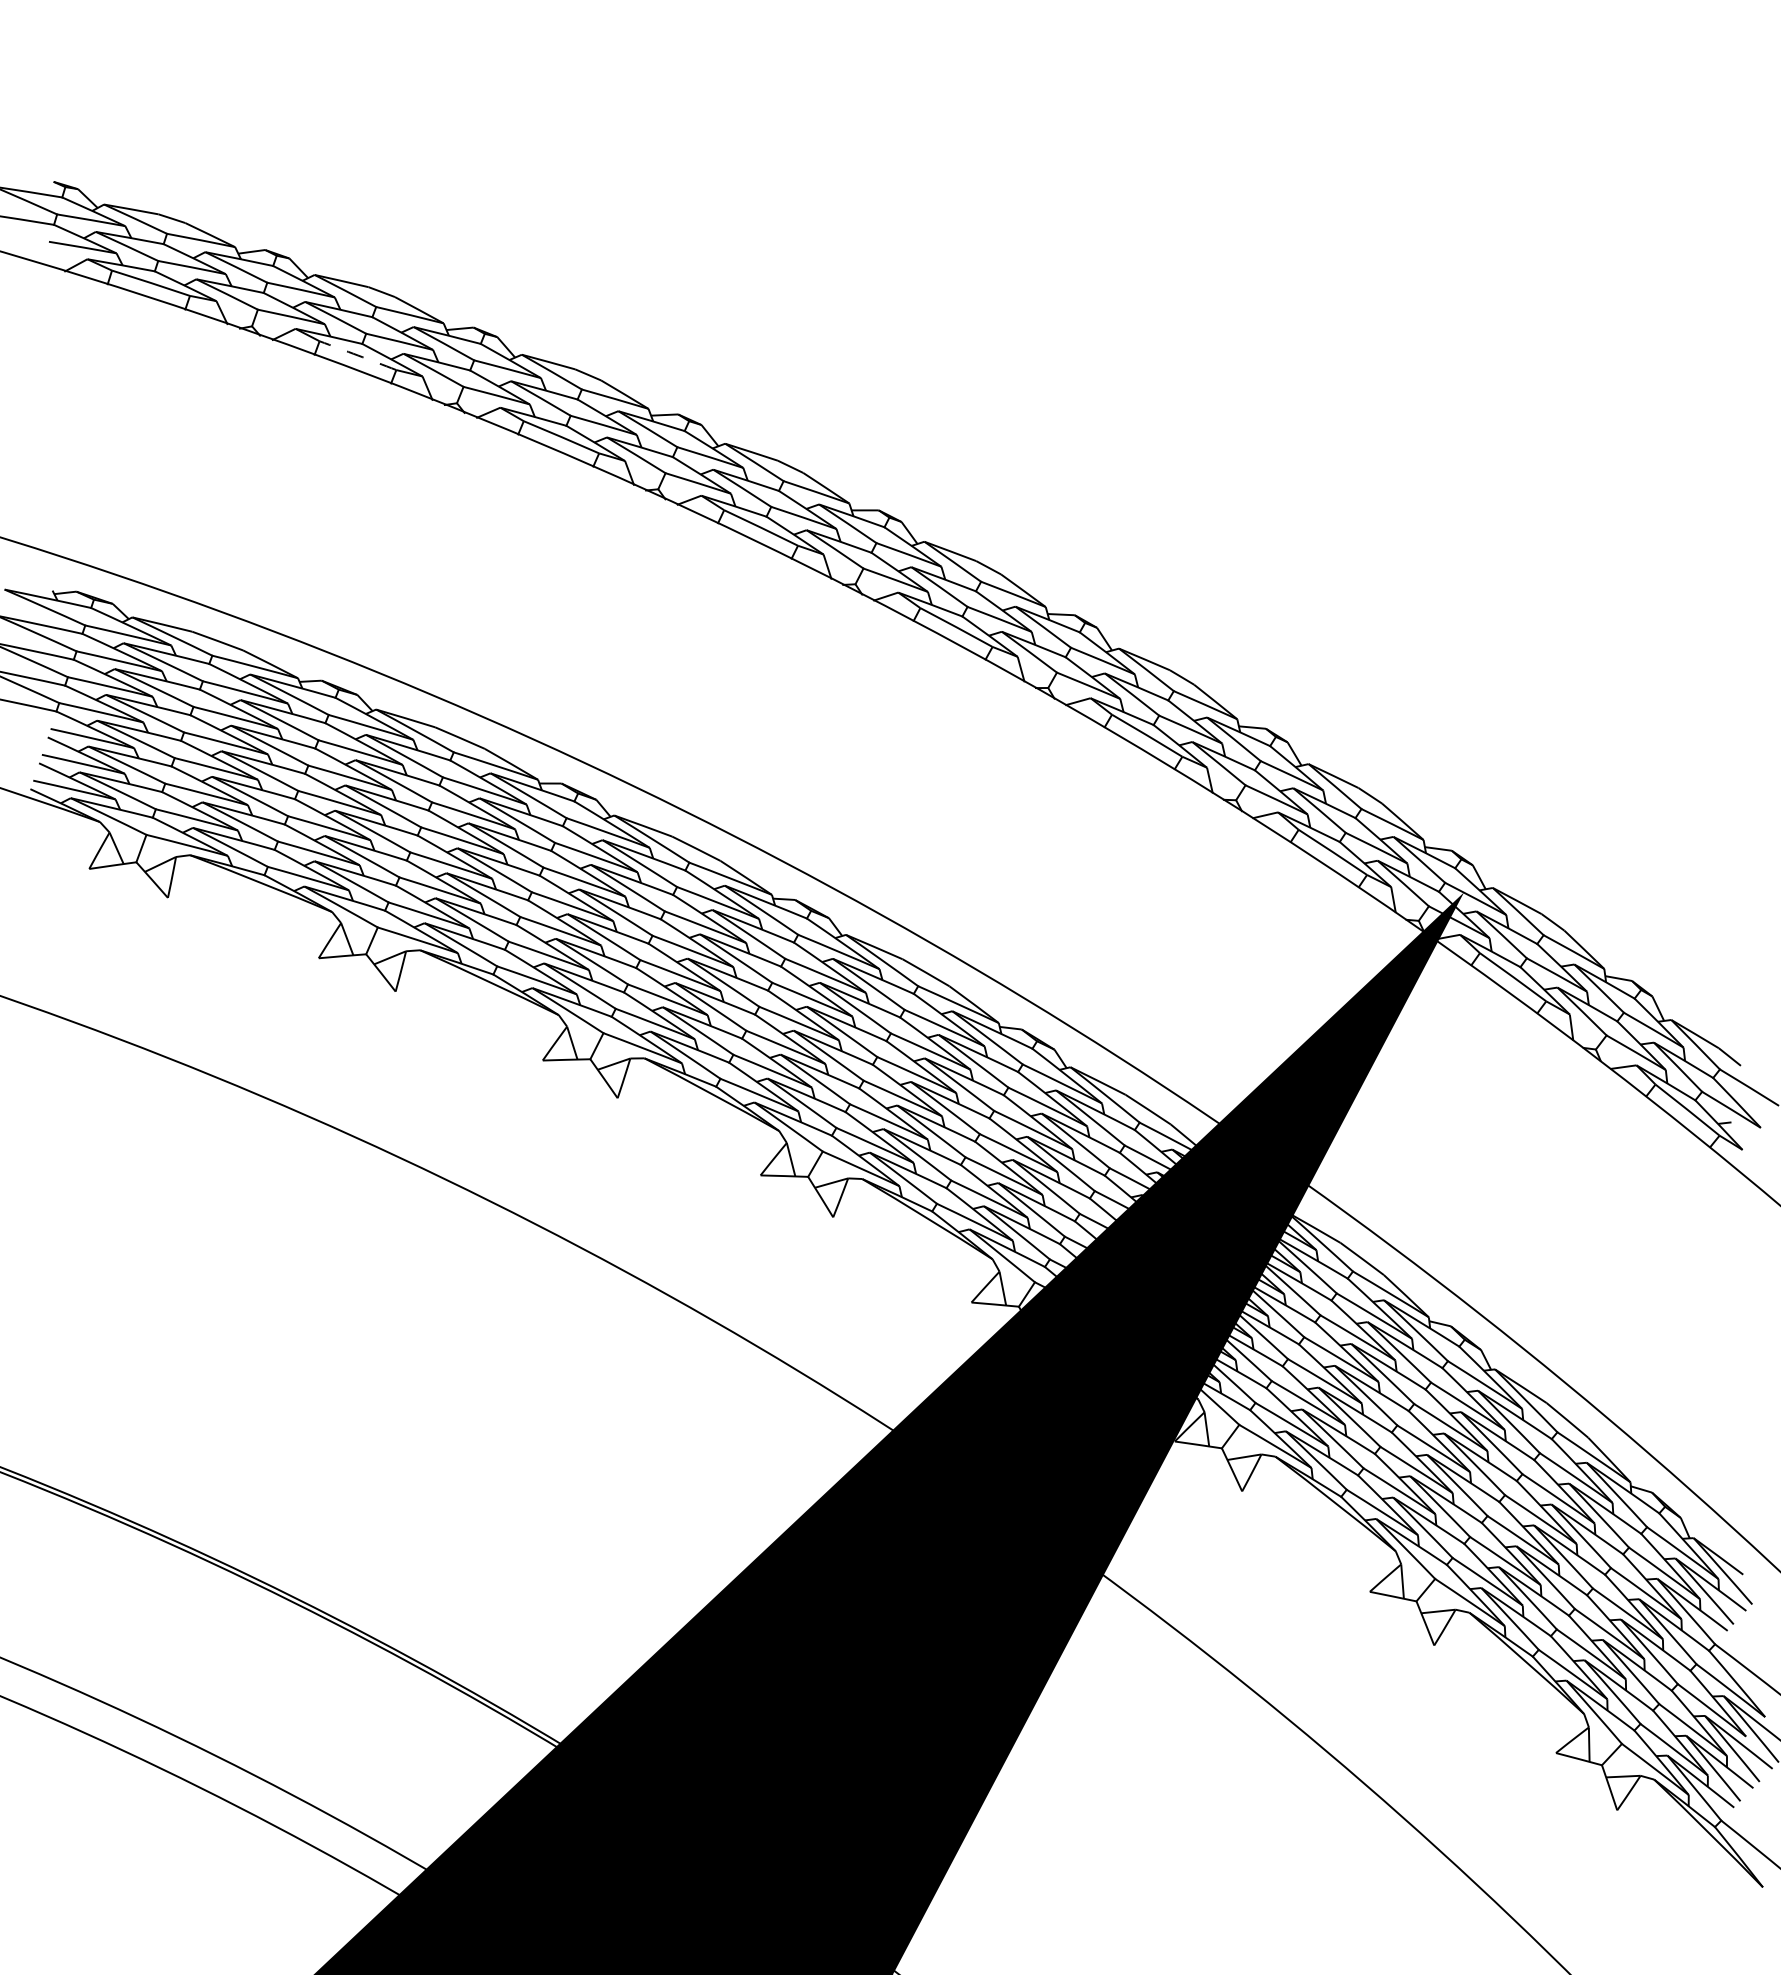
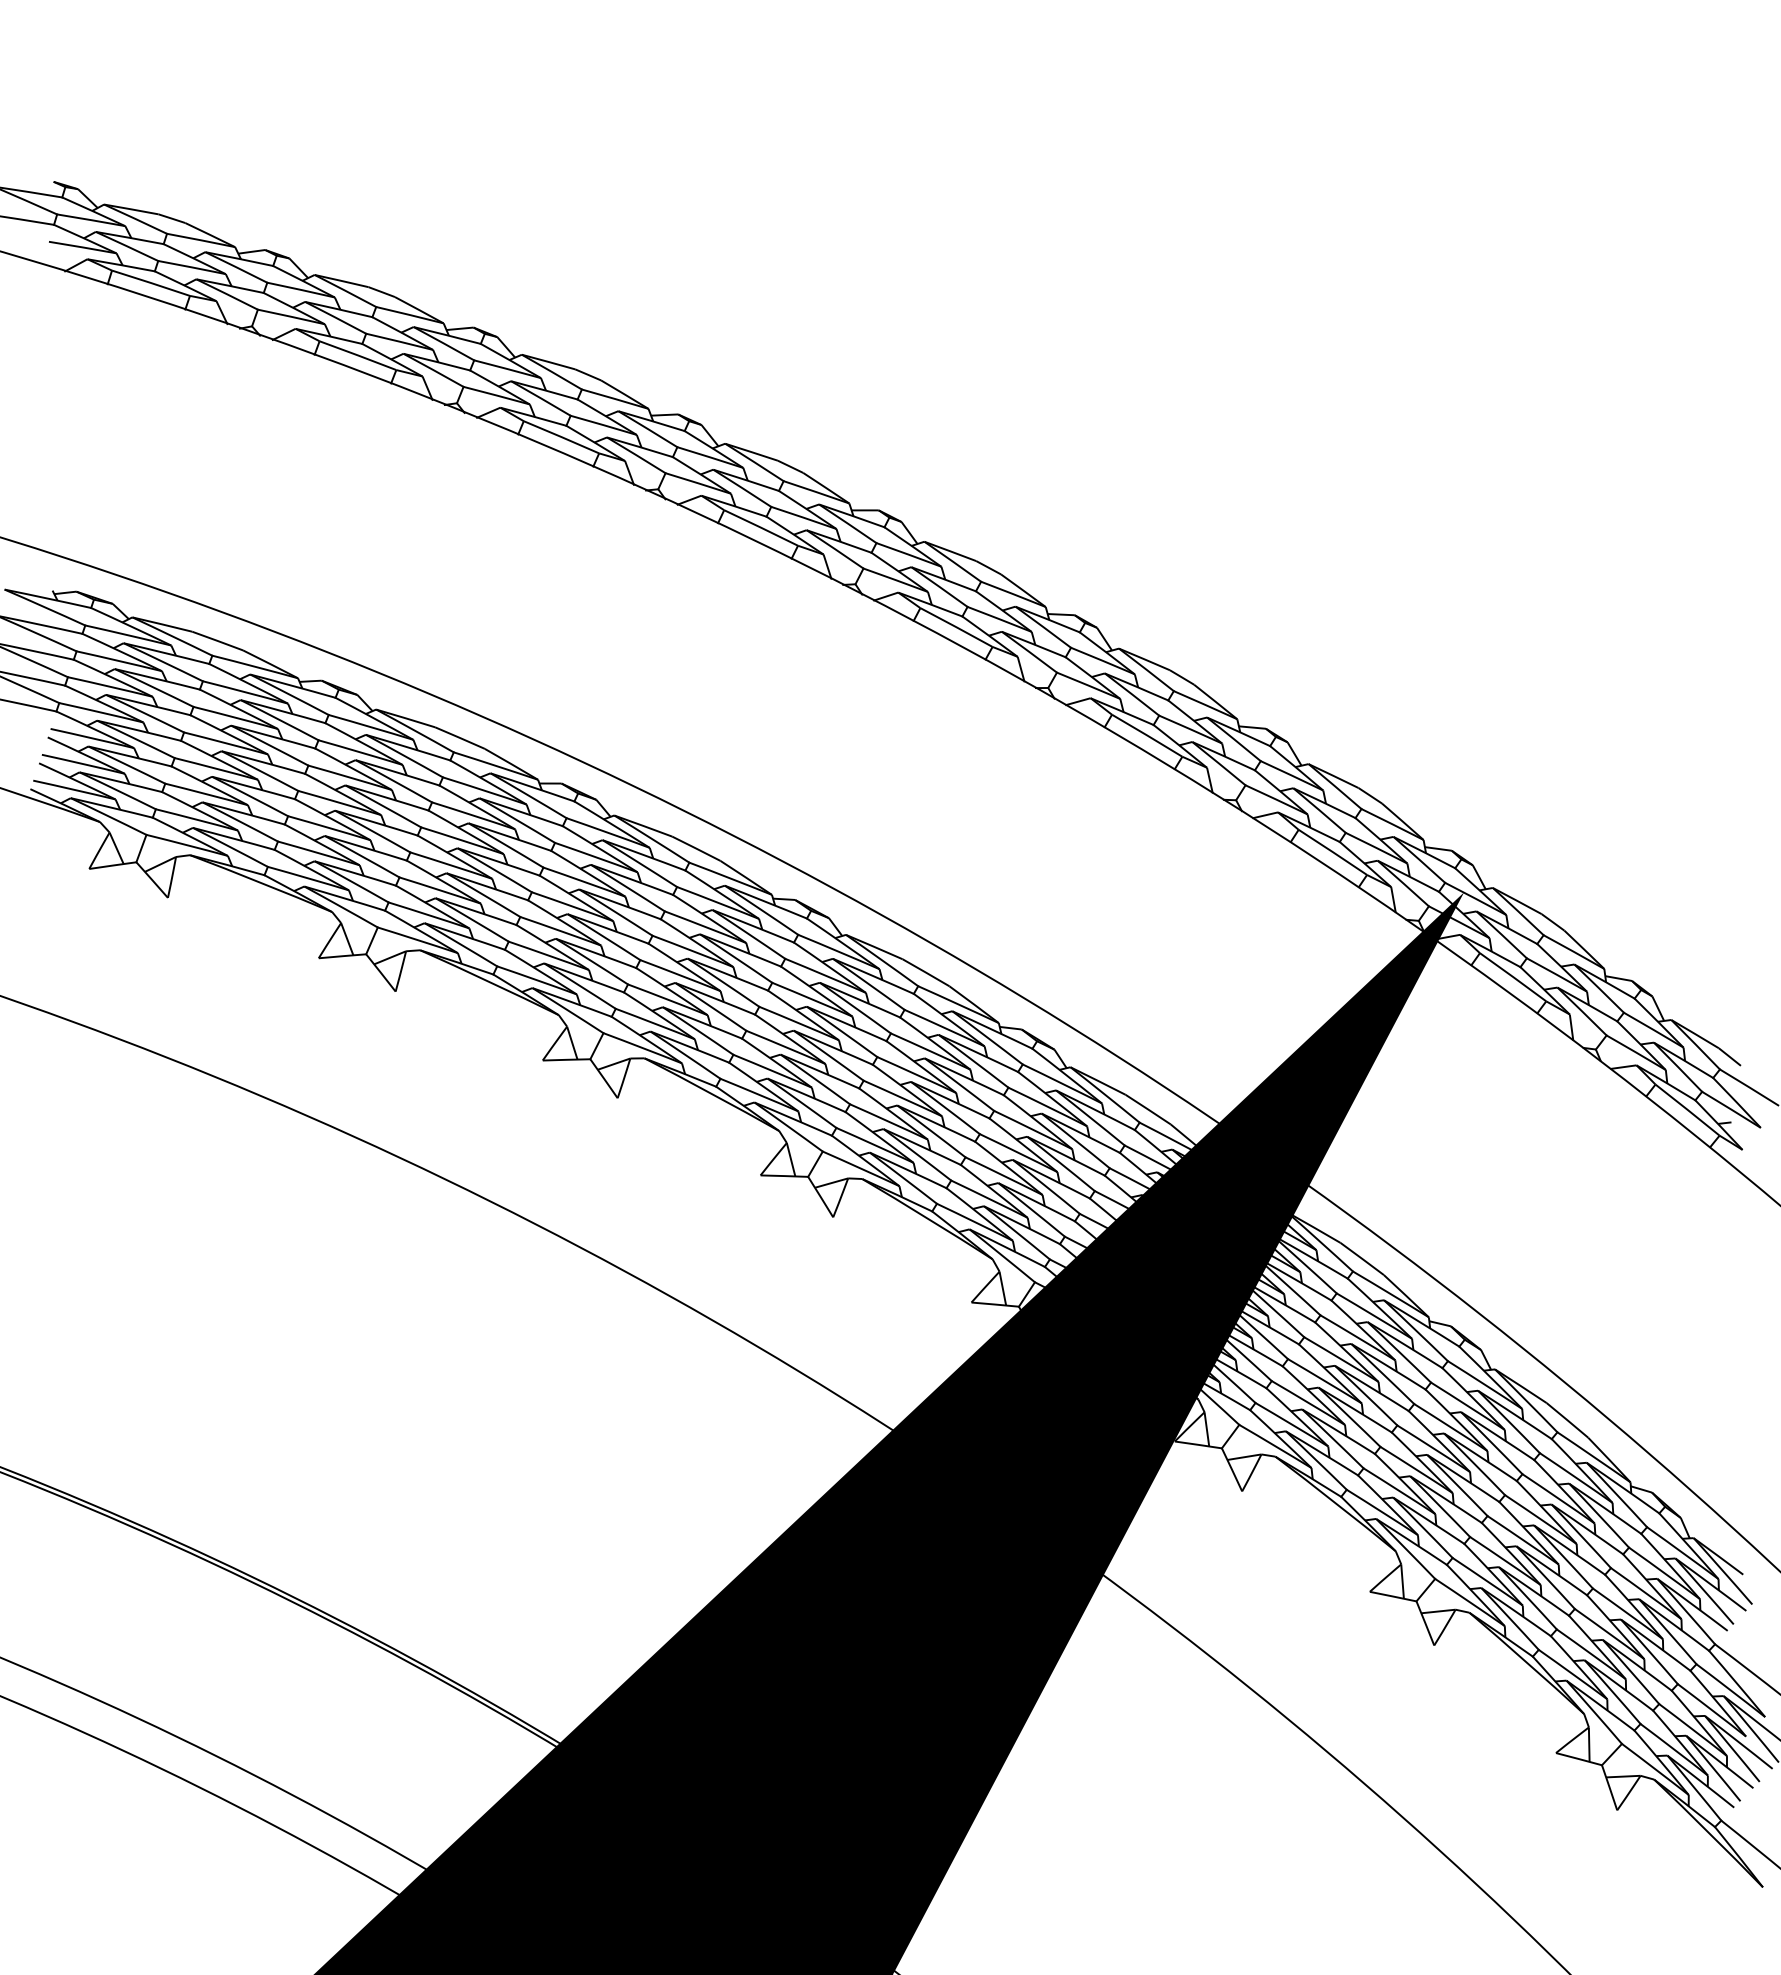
arc at (358, 355): dashed -> solid
